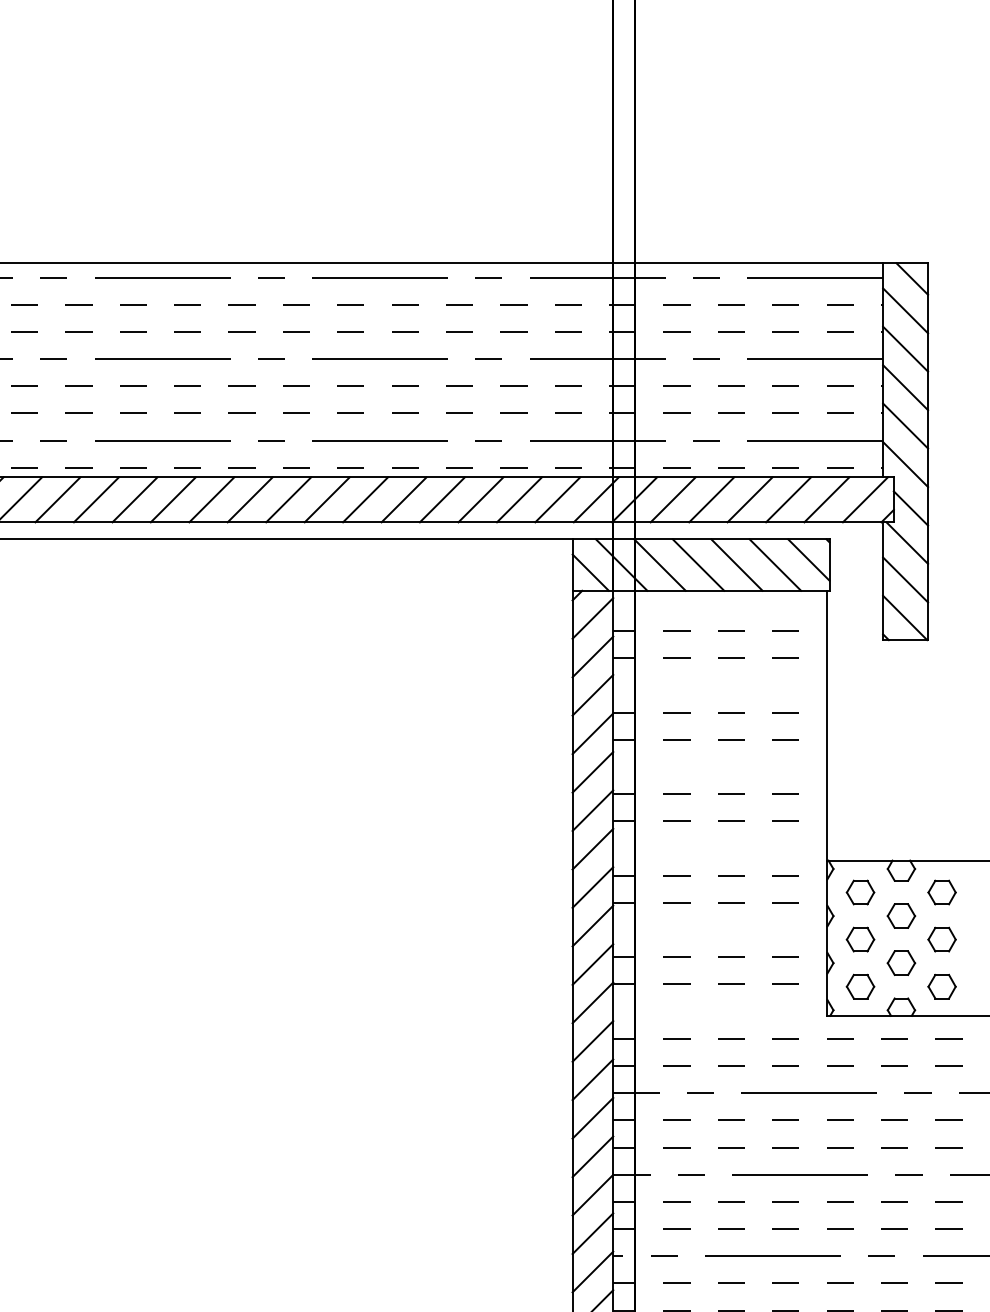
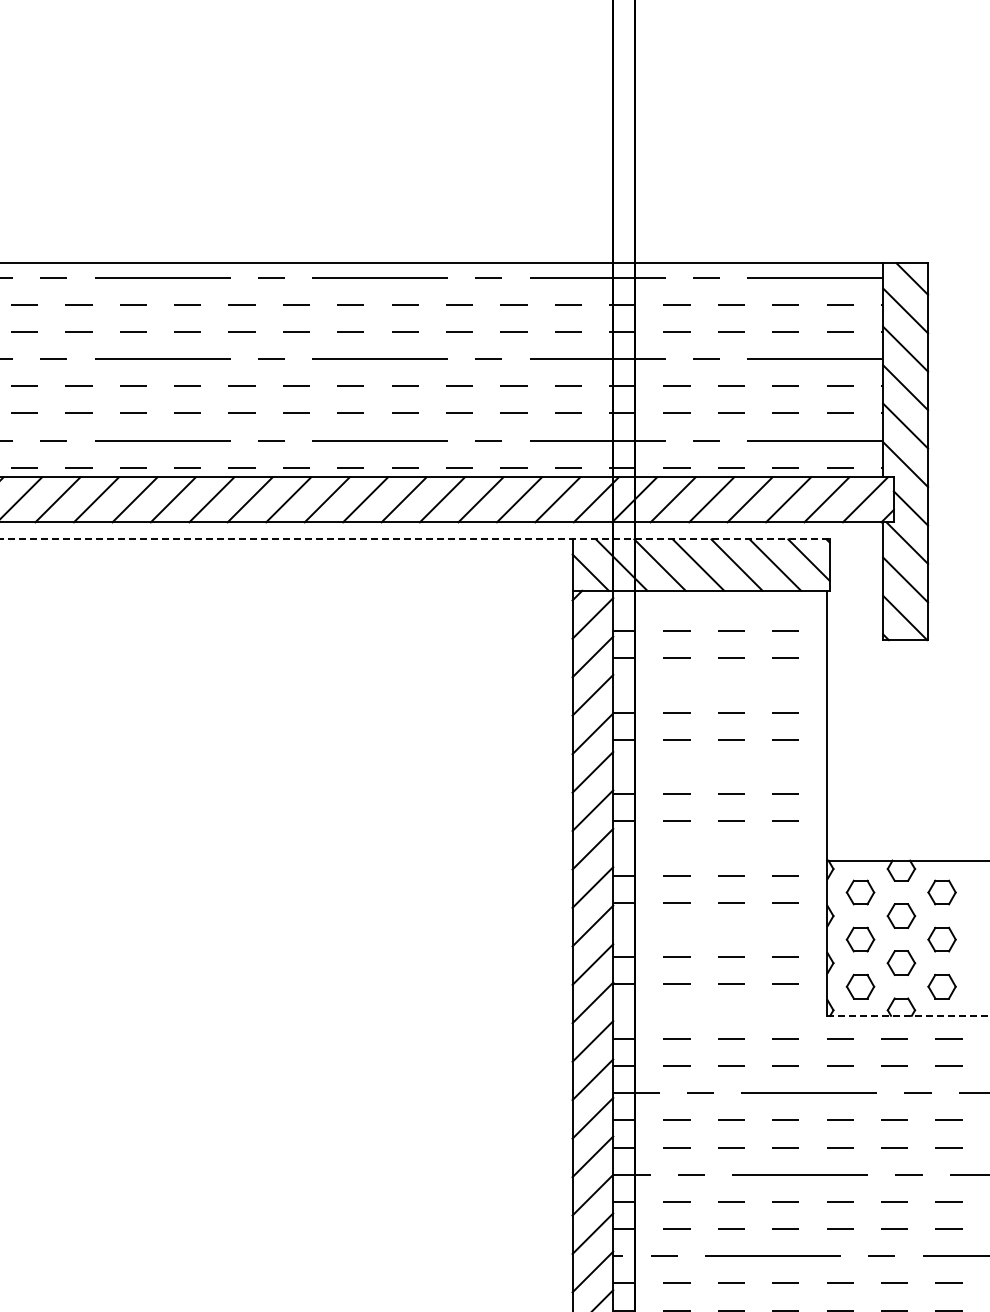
line at (415, 539): solid -> dashed
line at (908, 1015): solid -> dashed
